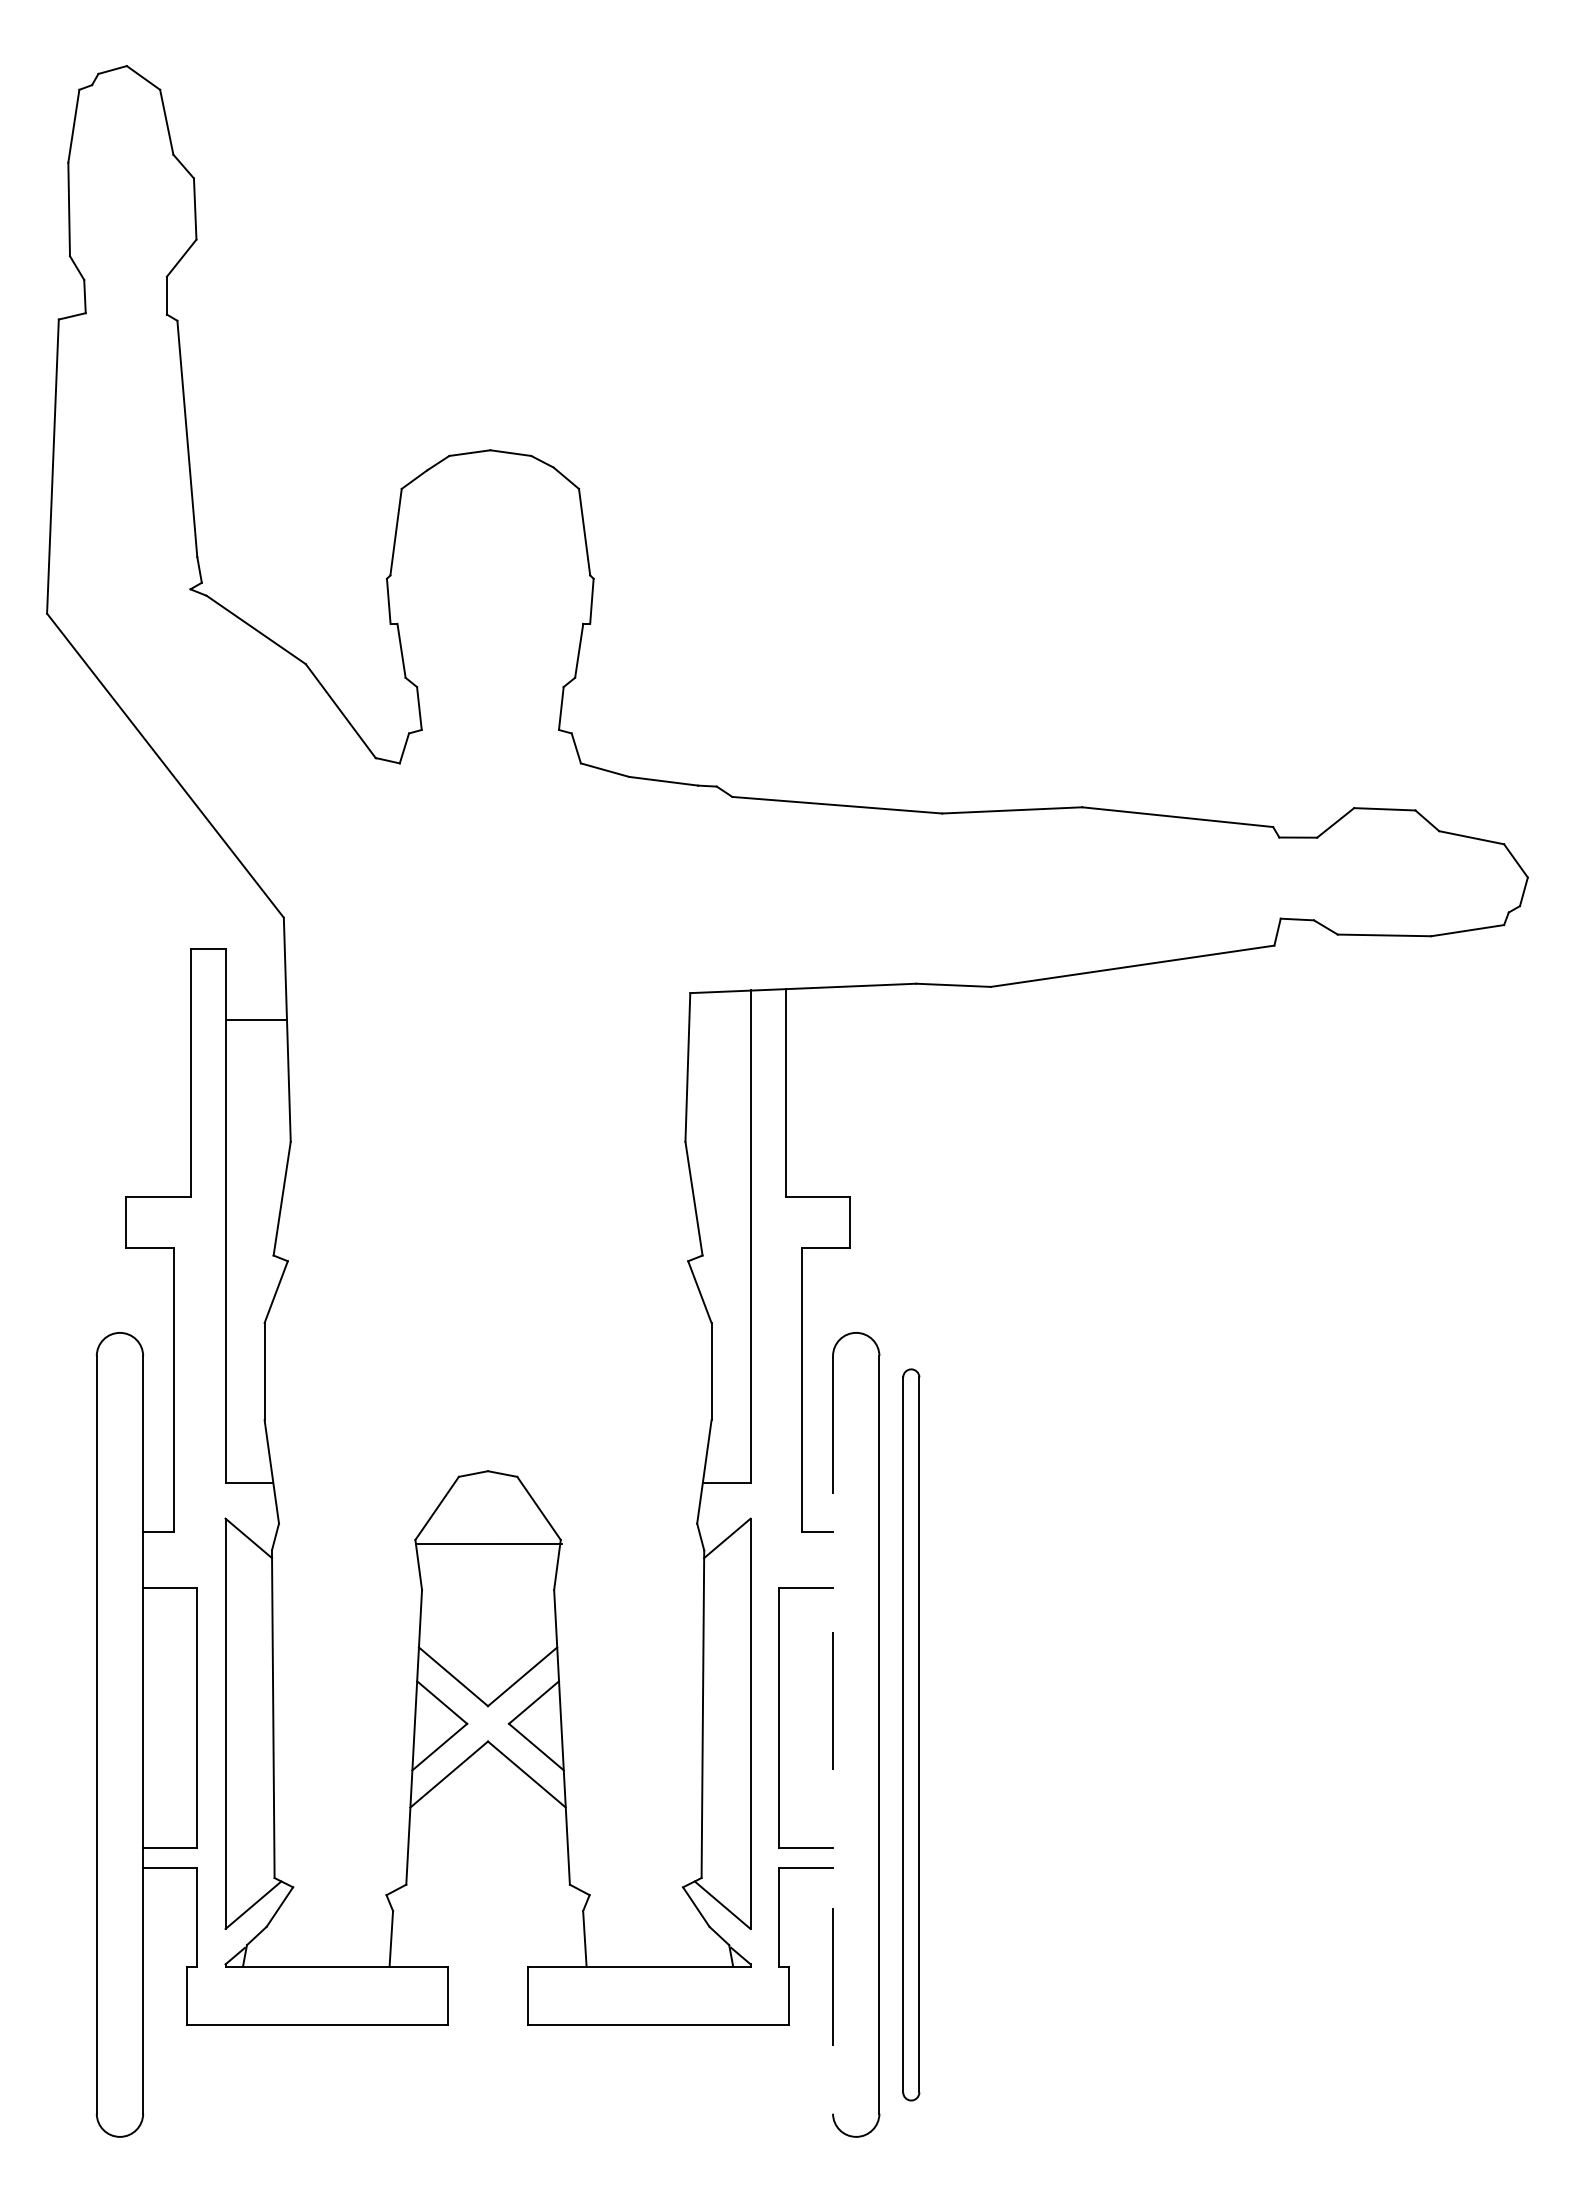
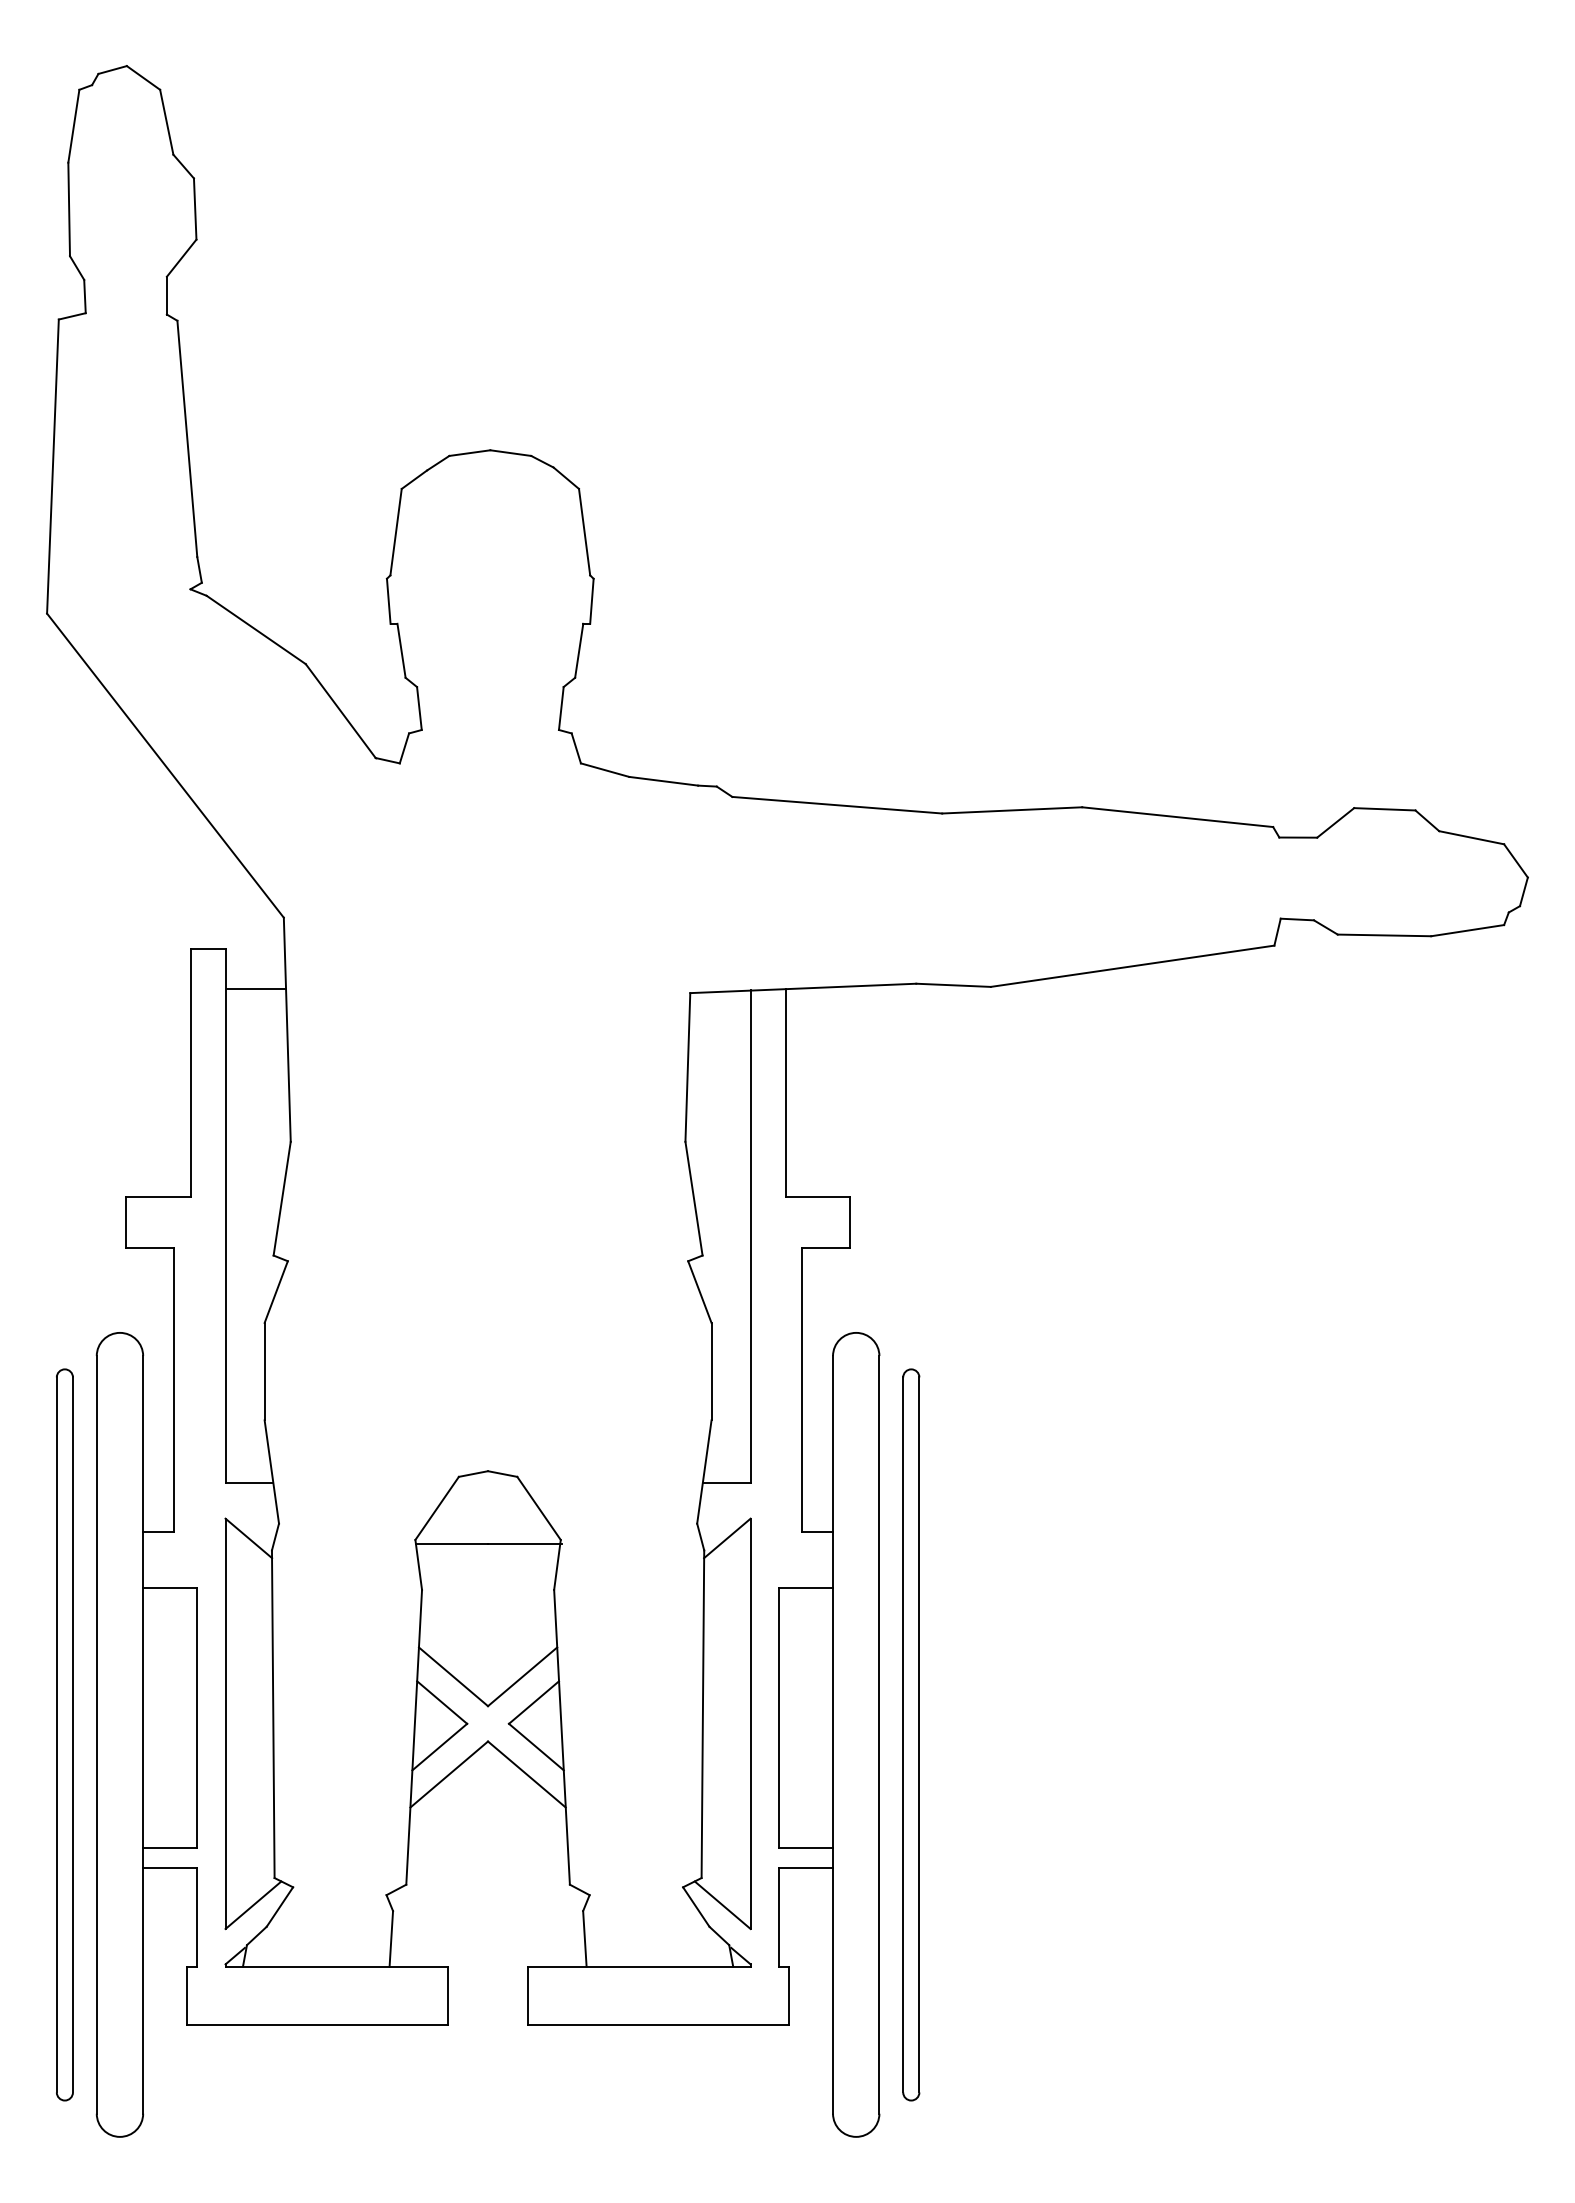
line at (256, 1020) position: (256, 1020) -> (256, 989)
part at (64, 1734): none -> present
line at (833, 1734): dashed -> solid
